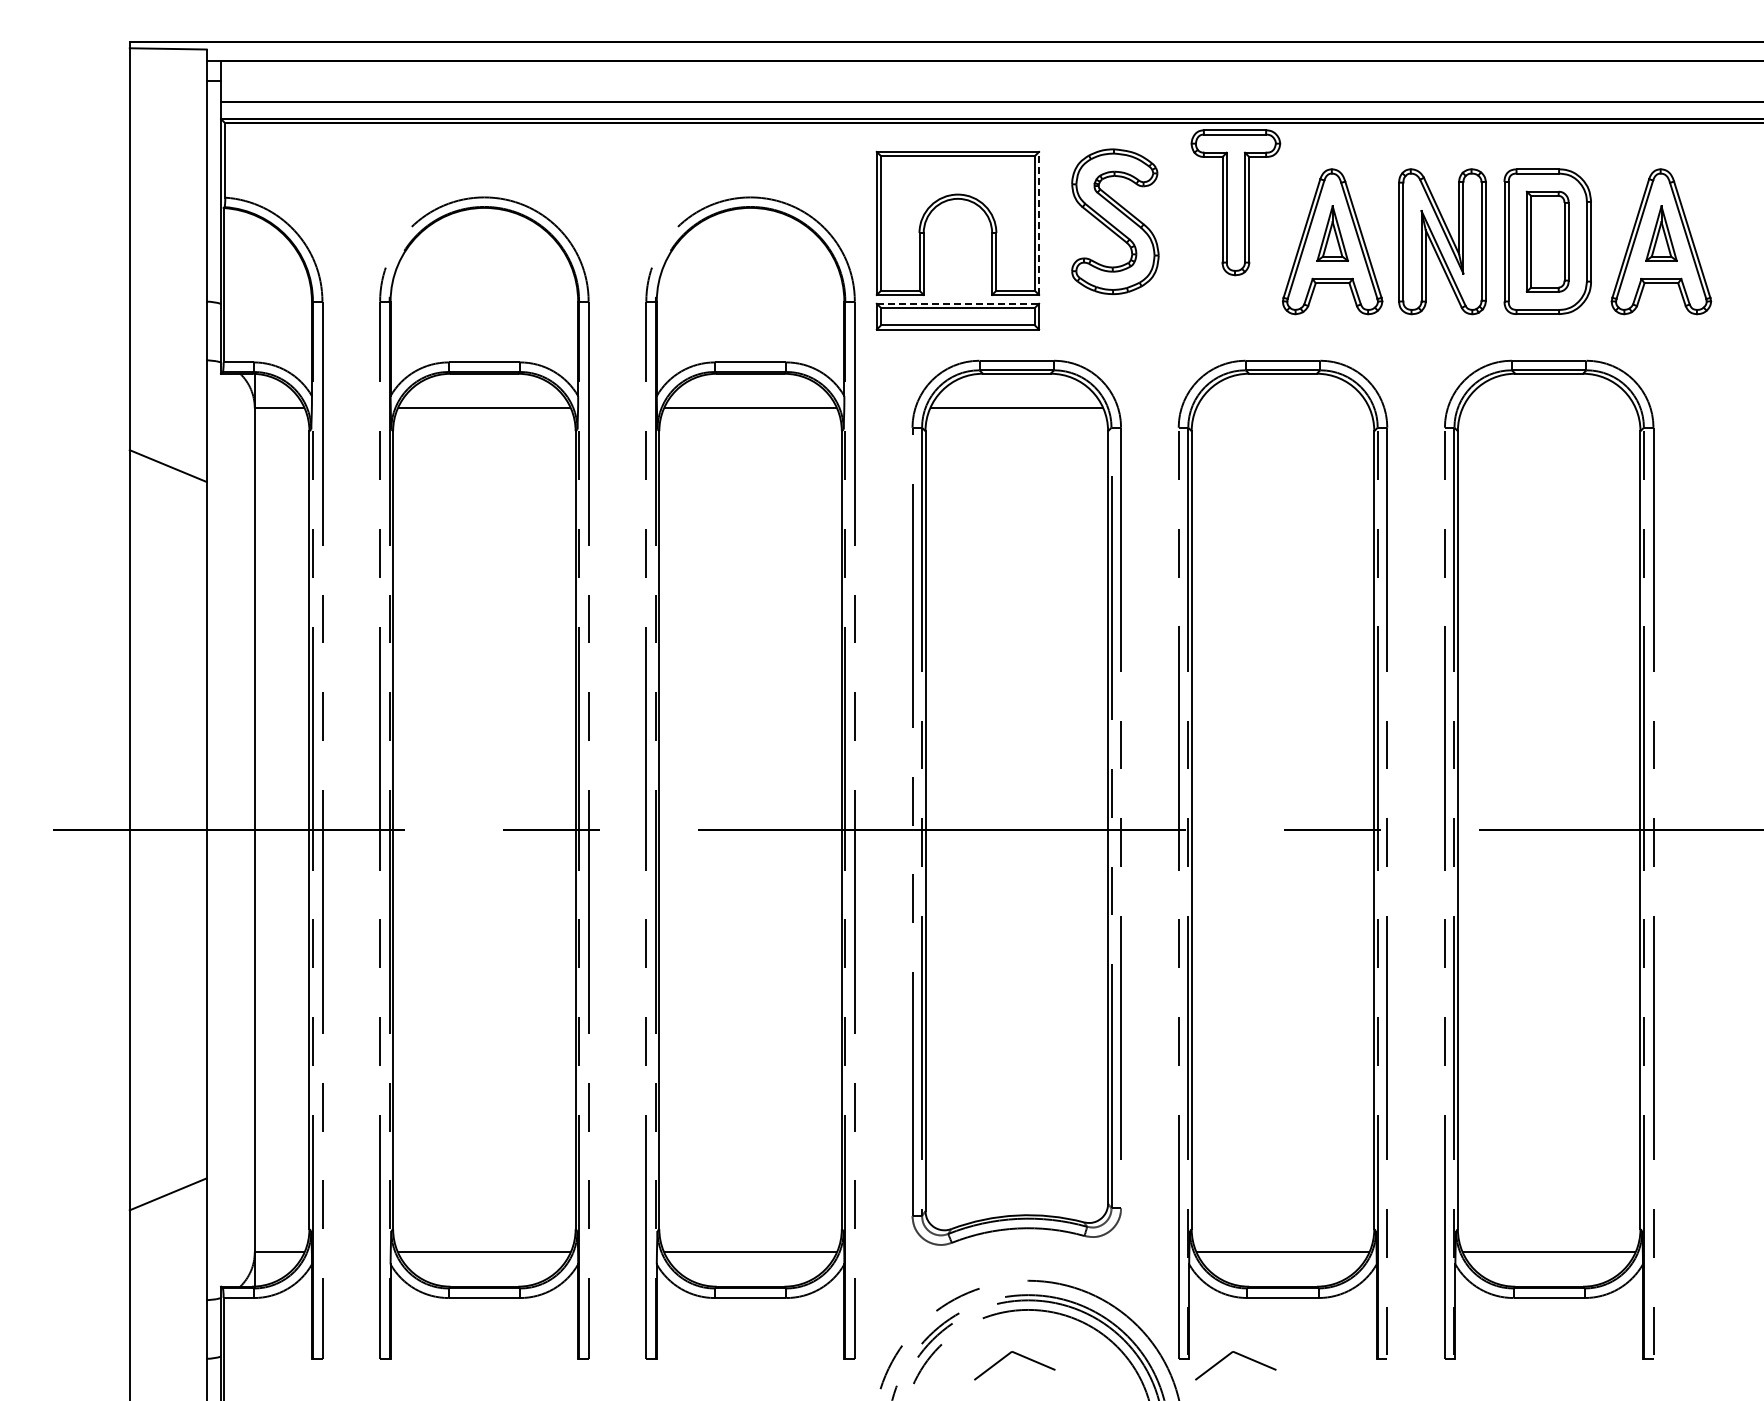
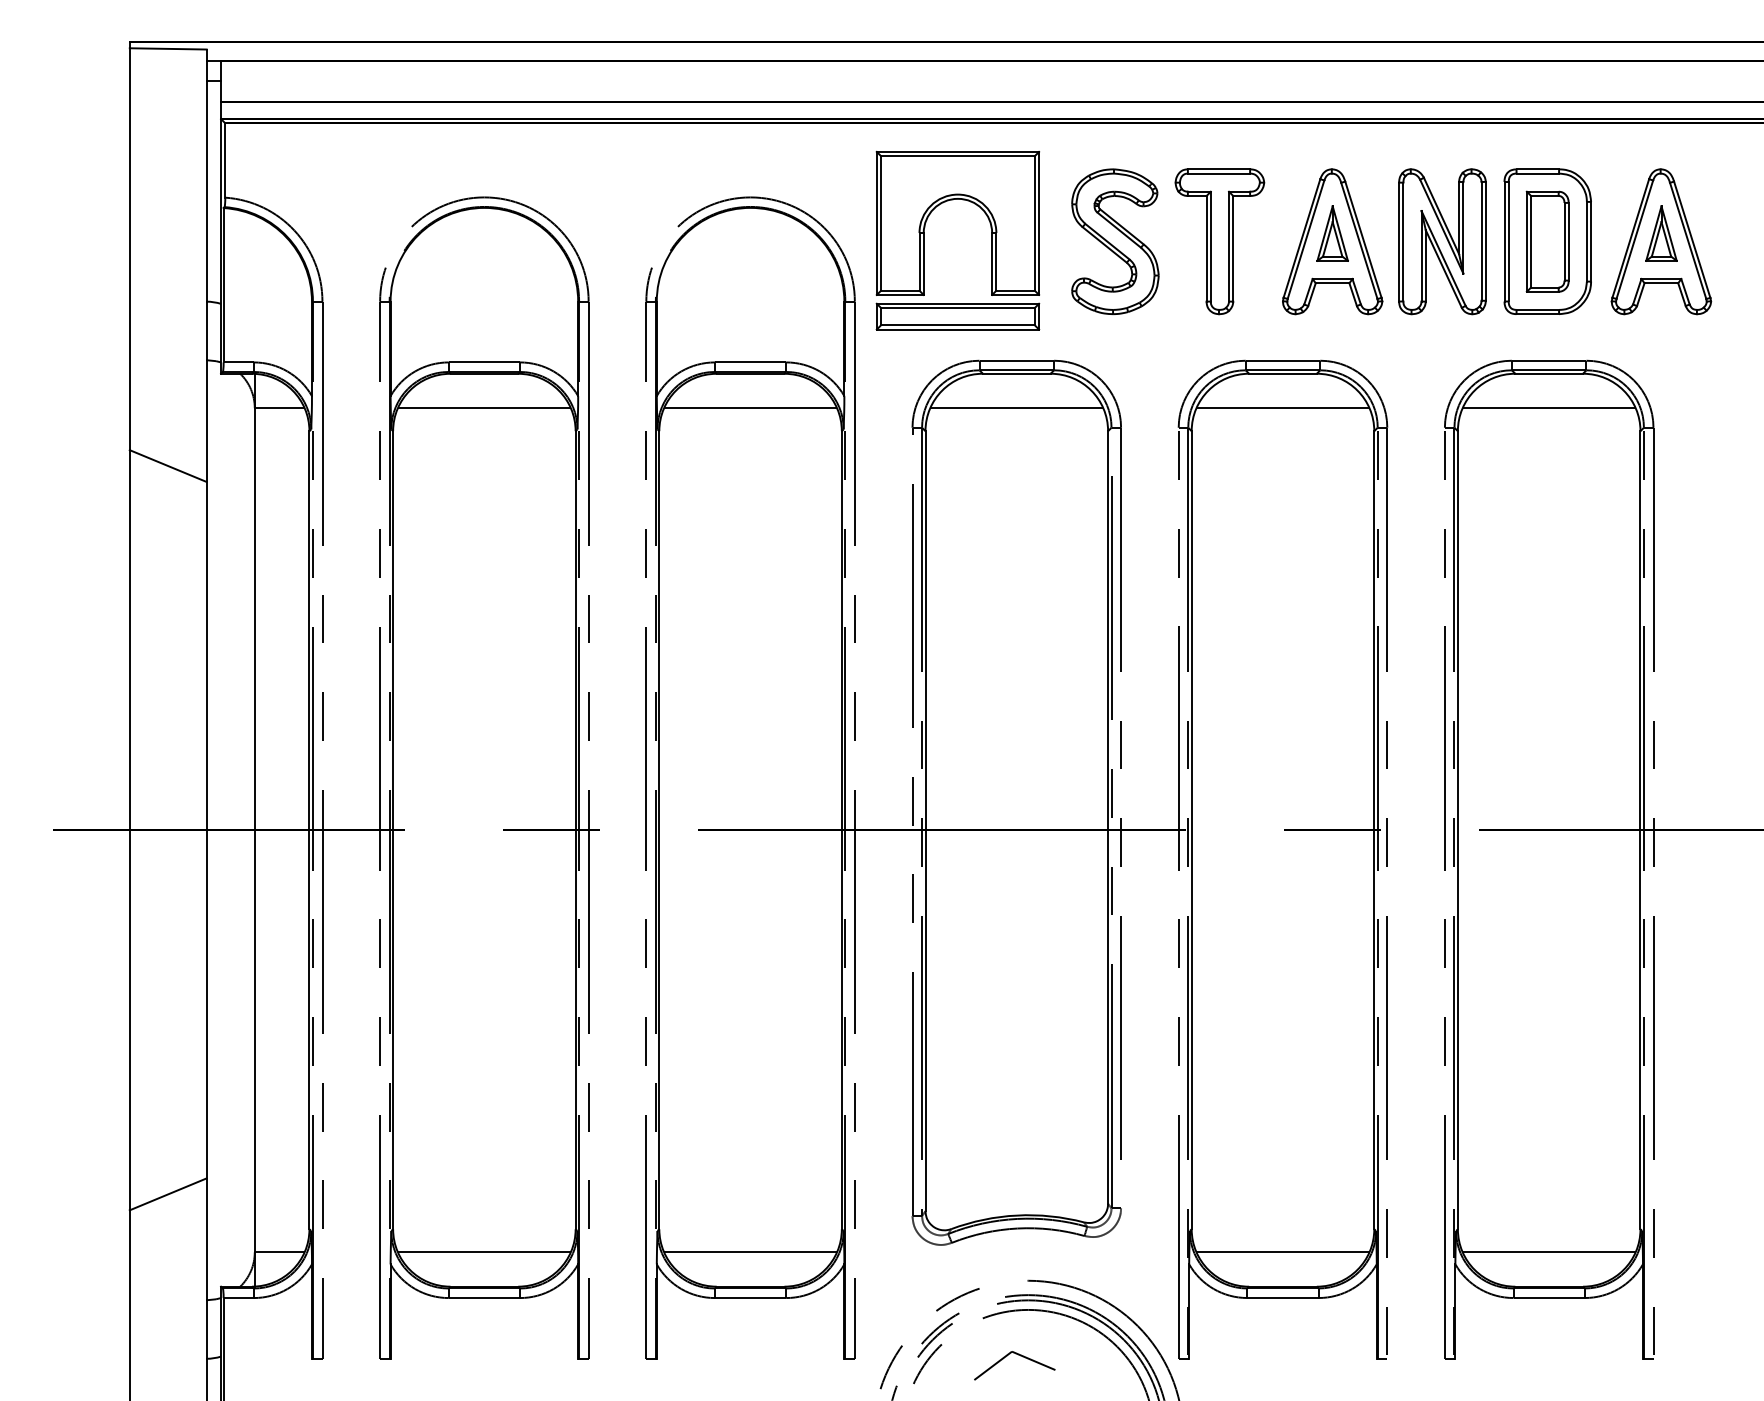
part at (1235, 202) position: (1235, 202) -> (1219, 241)
part at (1115, 221) position: (1115, 221) -> (1115, 241)
line at (1039, 223): dashed -> solid
line at (958, 303): dashed -> solid
line at (1282, 408): none -> present
line at (1548, 408): none -> present
part at (1239, 1355): present -> none
